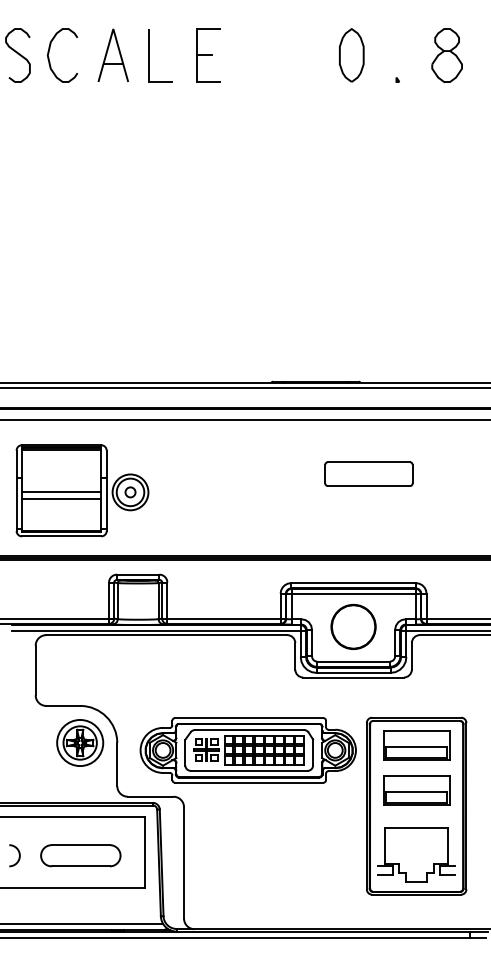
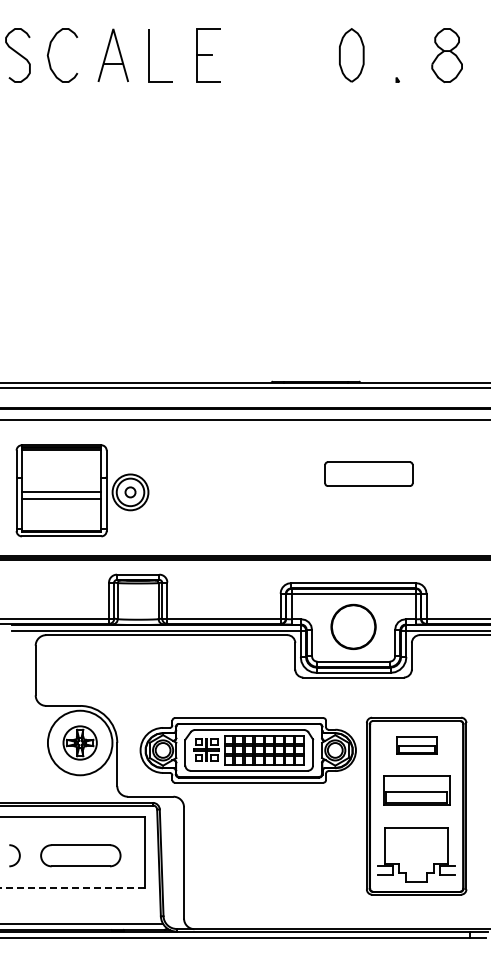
circle at (80, 742) diameter: 46 px -> 65 px
part at (416, 745) size: 68x31 px -> 42x19 px
line at (71, 888): solid -> dashed
